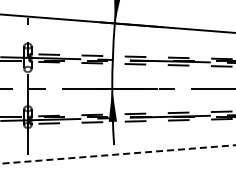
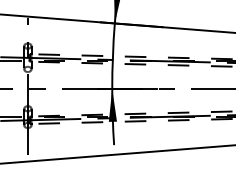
line at (117, 154): dashed -> solid
